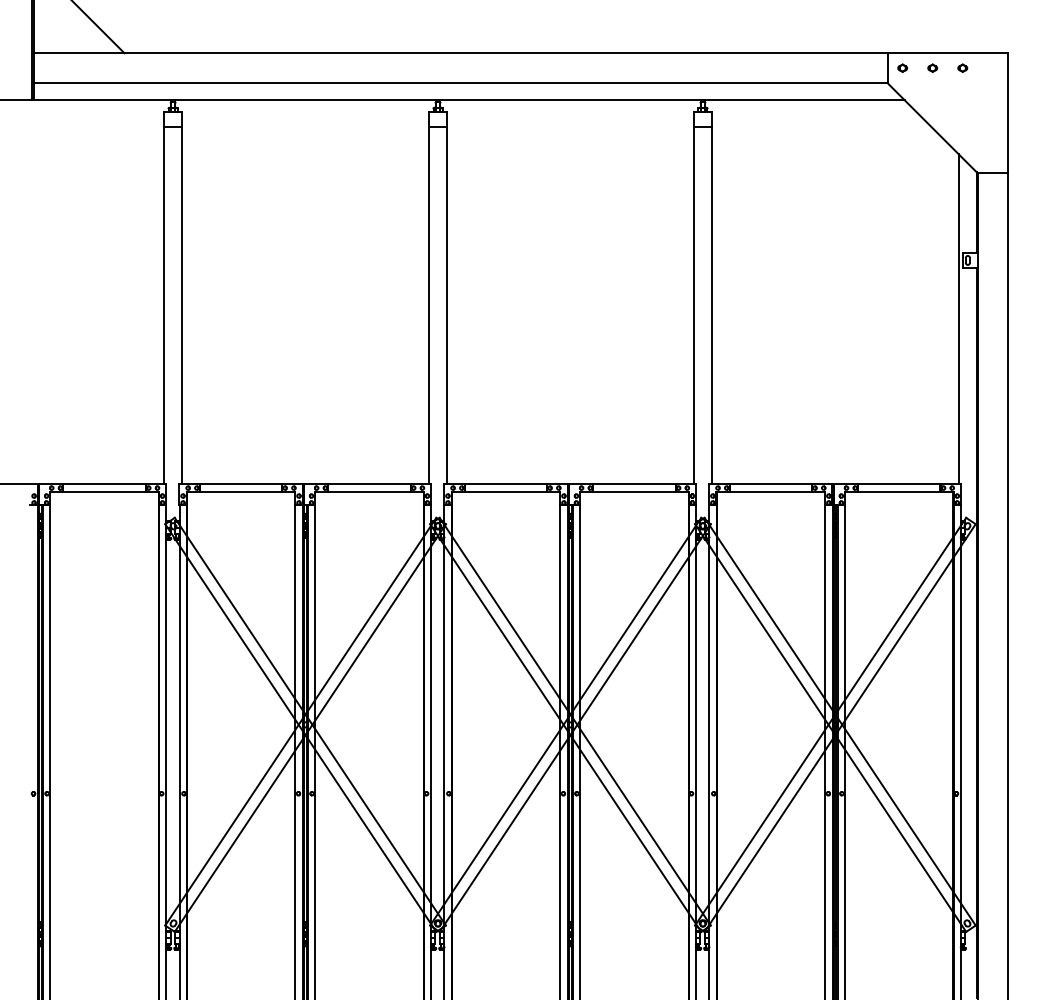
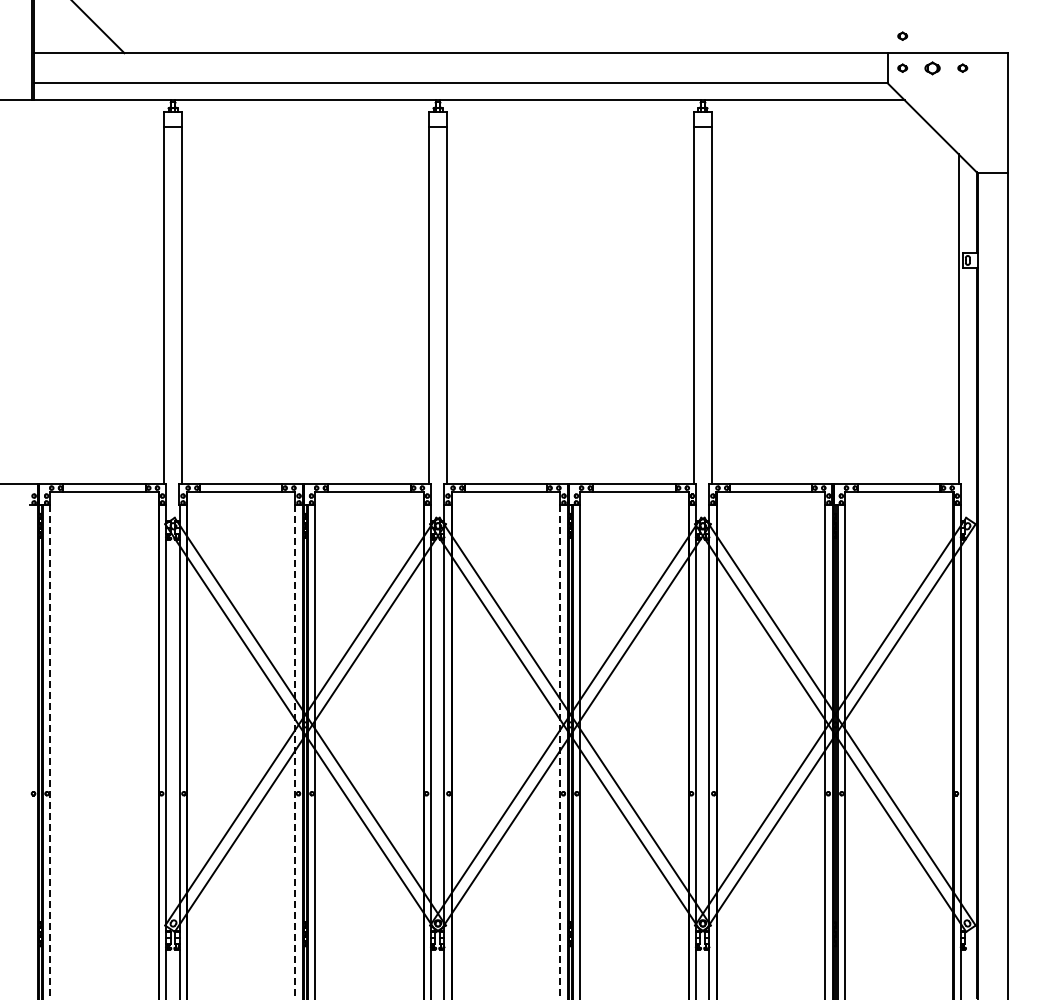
part at (902, 35): none -> present
part at (932, 67) size: 12x10 px -> 17x15 px
line at (50, 753): solid -> dashed
line at (295, 753): solid -> dashed
line at (560, 753): solid -> dashed
